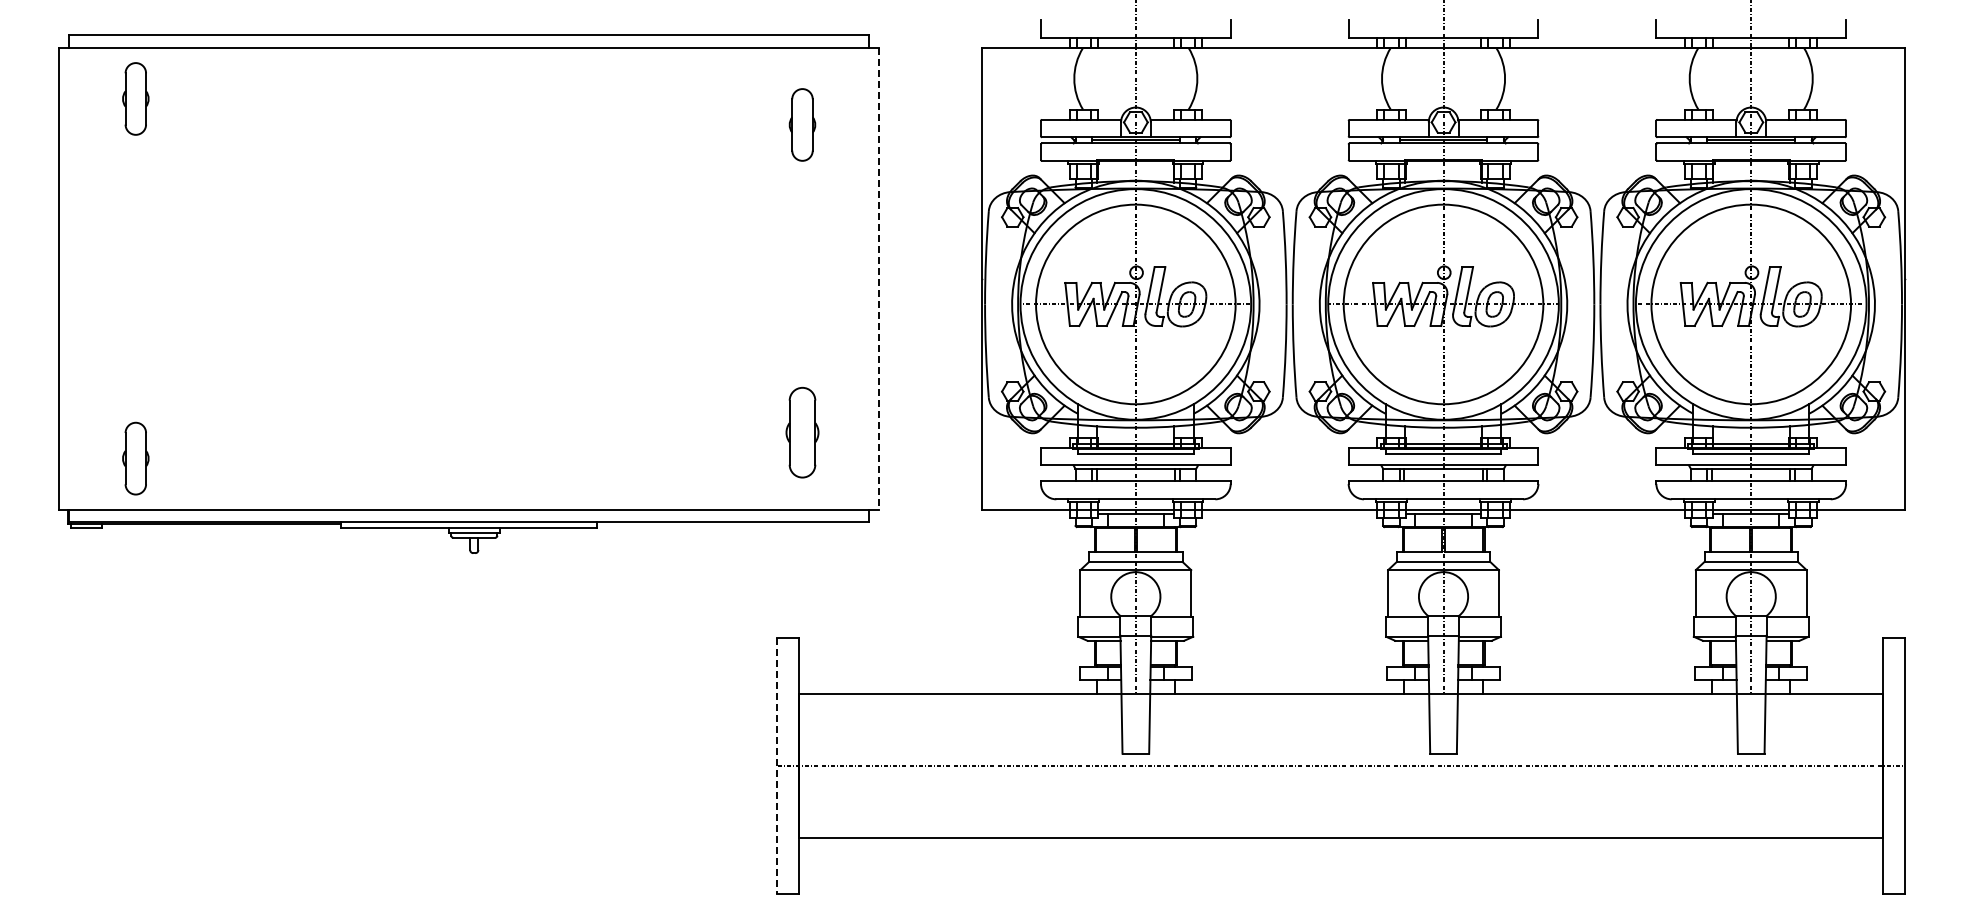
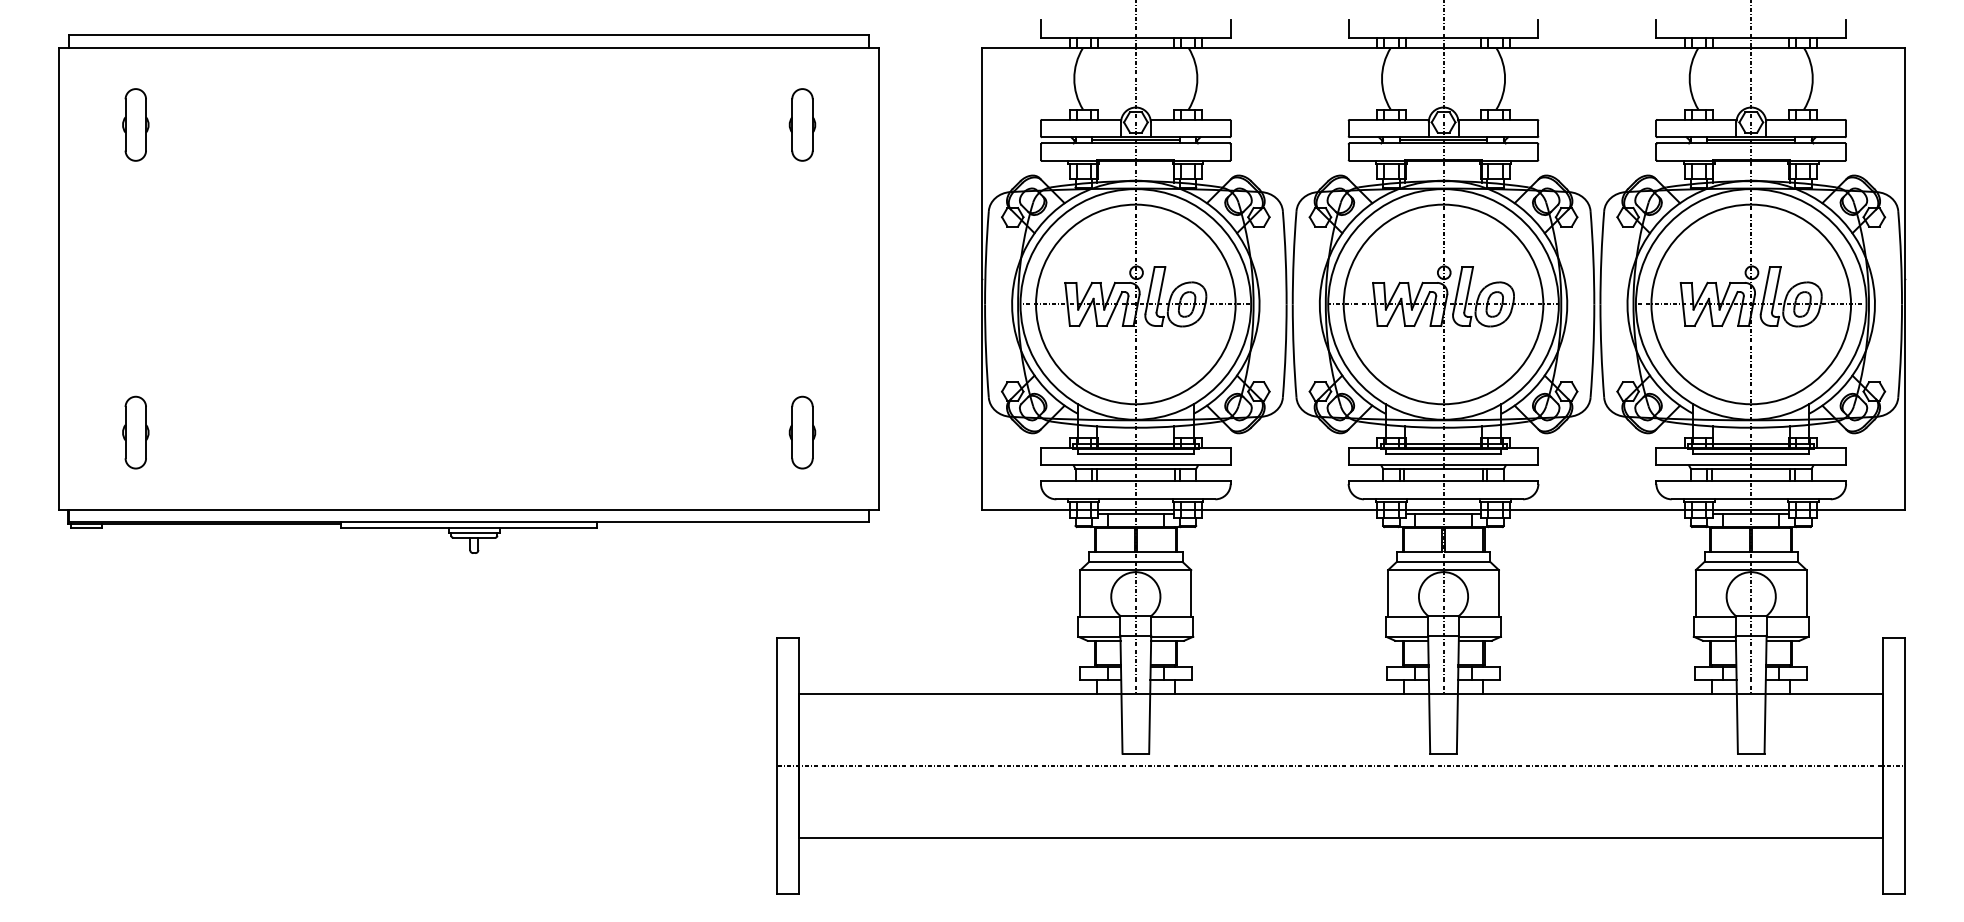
part at (135, 98) position: (135, 98) -> (135, 124)
line at (879, 278): dashed -> solid
part at (802, 432) size: 35x93 px -> 29x75 px
part at (135, 458) position: (135, 458) -> (135, 432)
line at (776, 766): dashed -> solid
